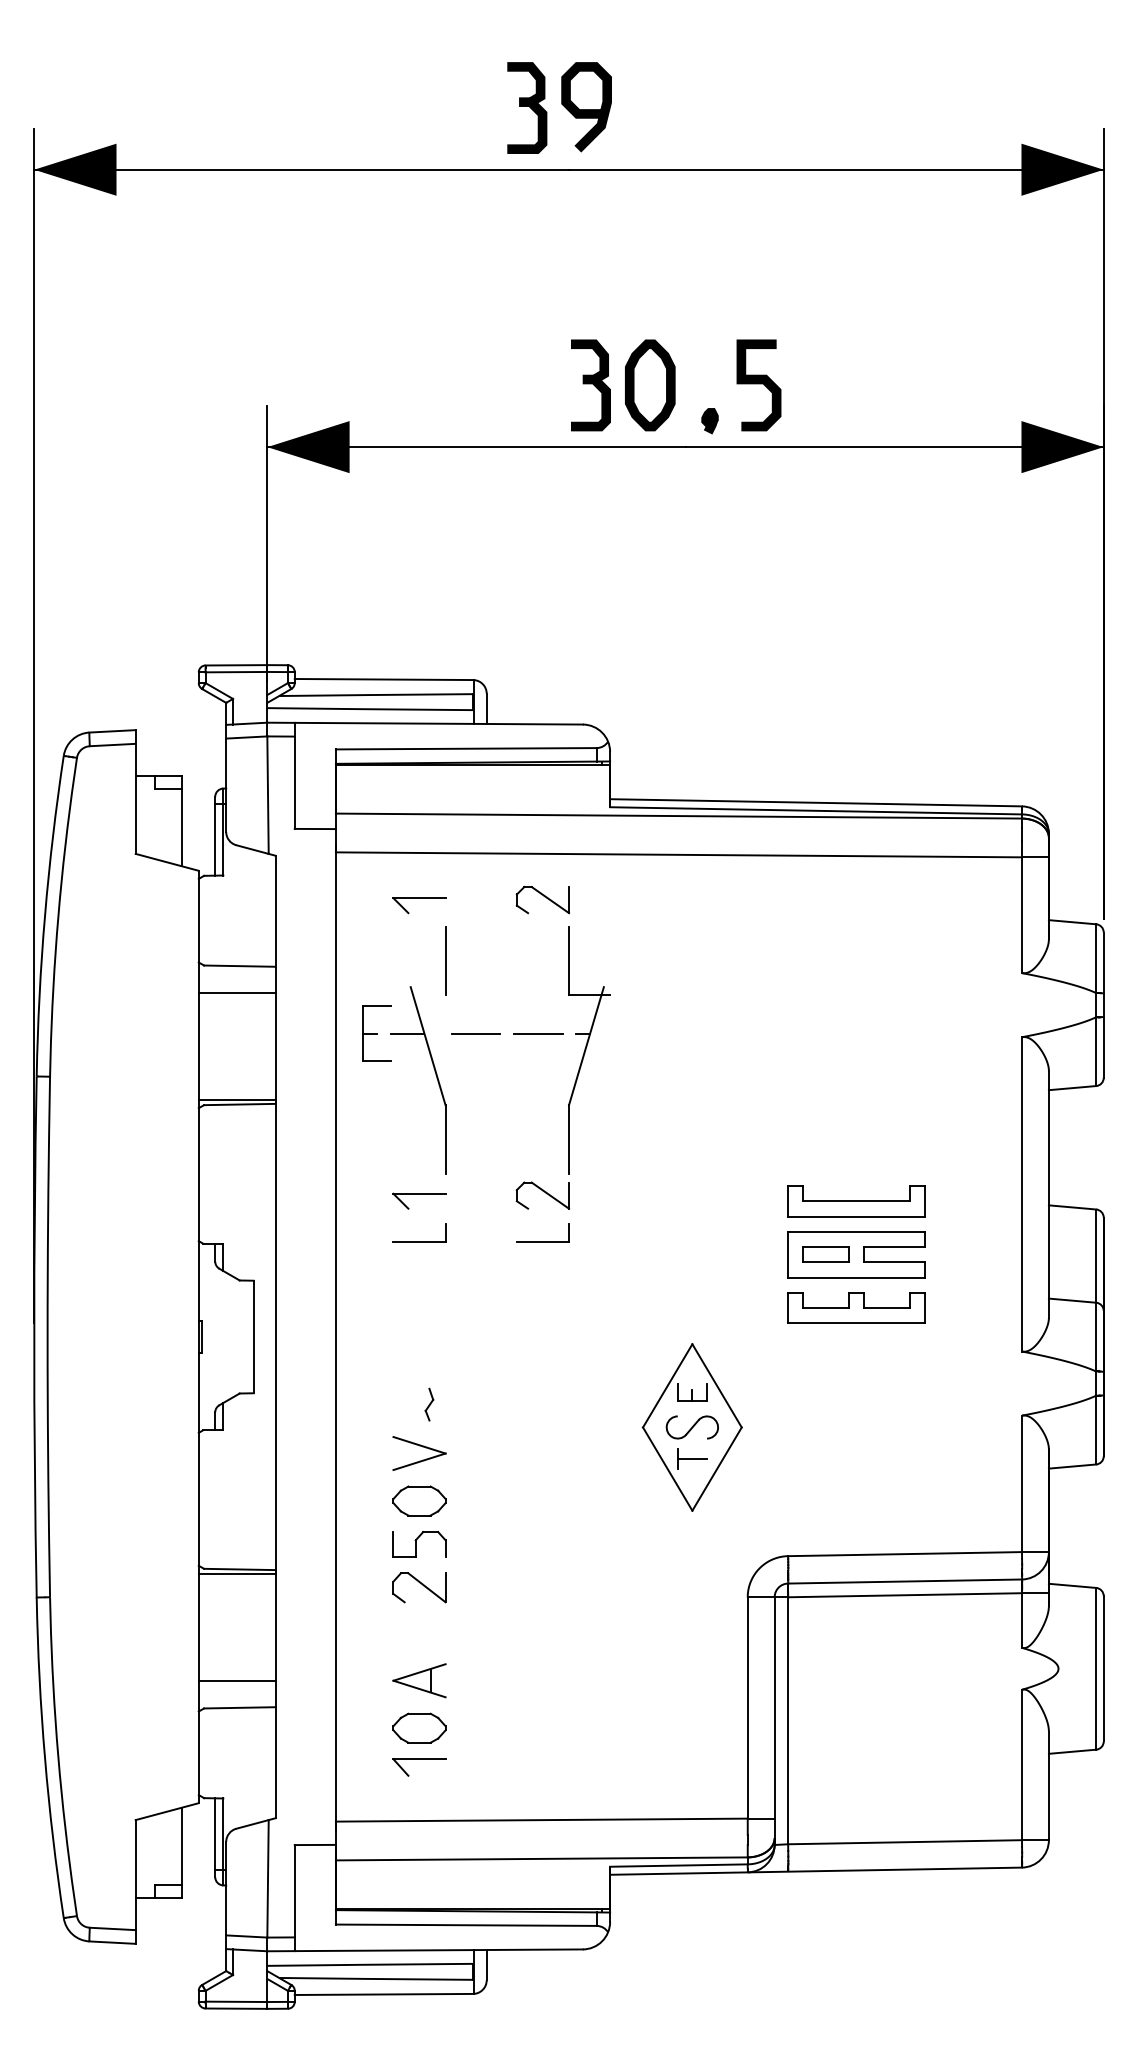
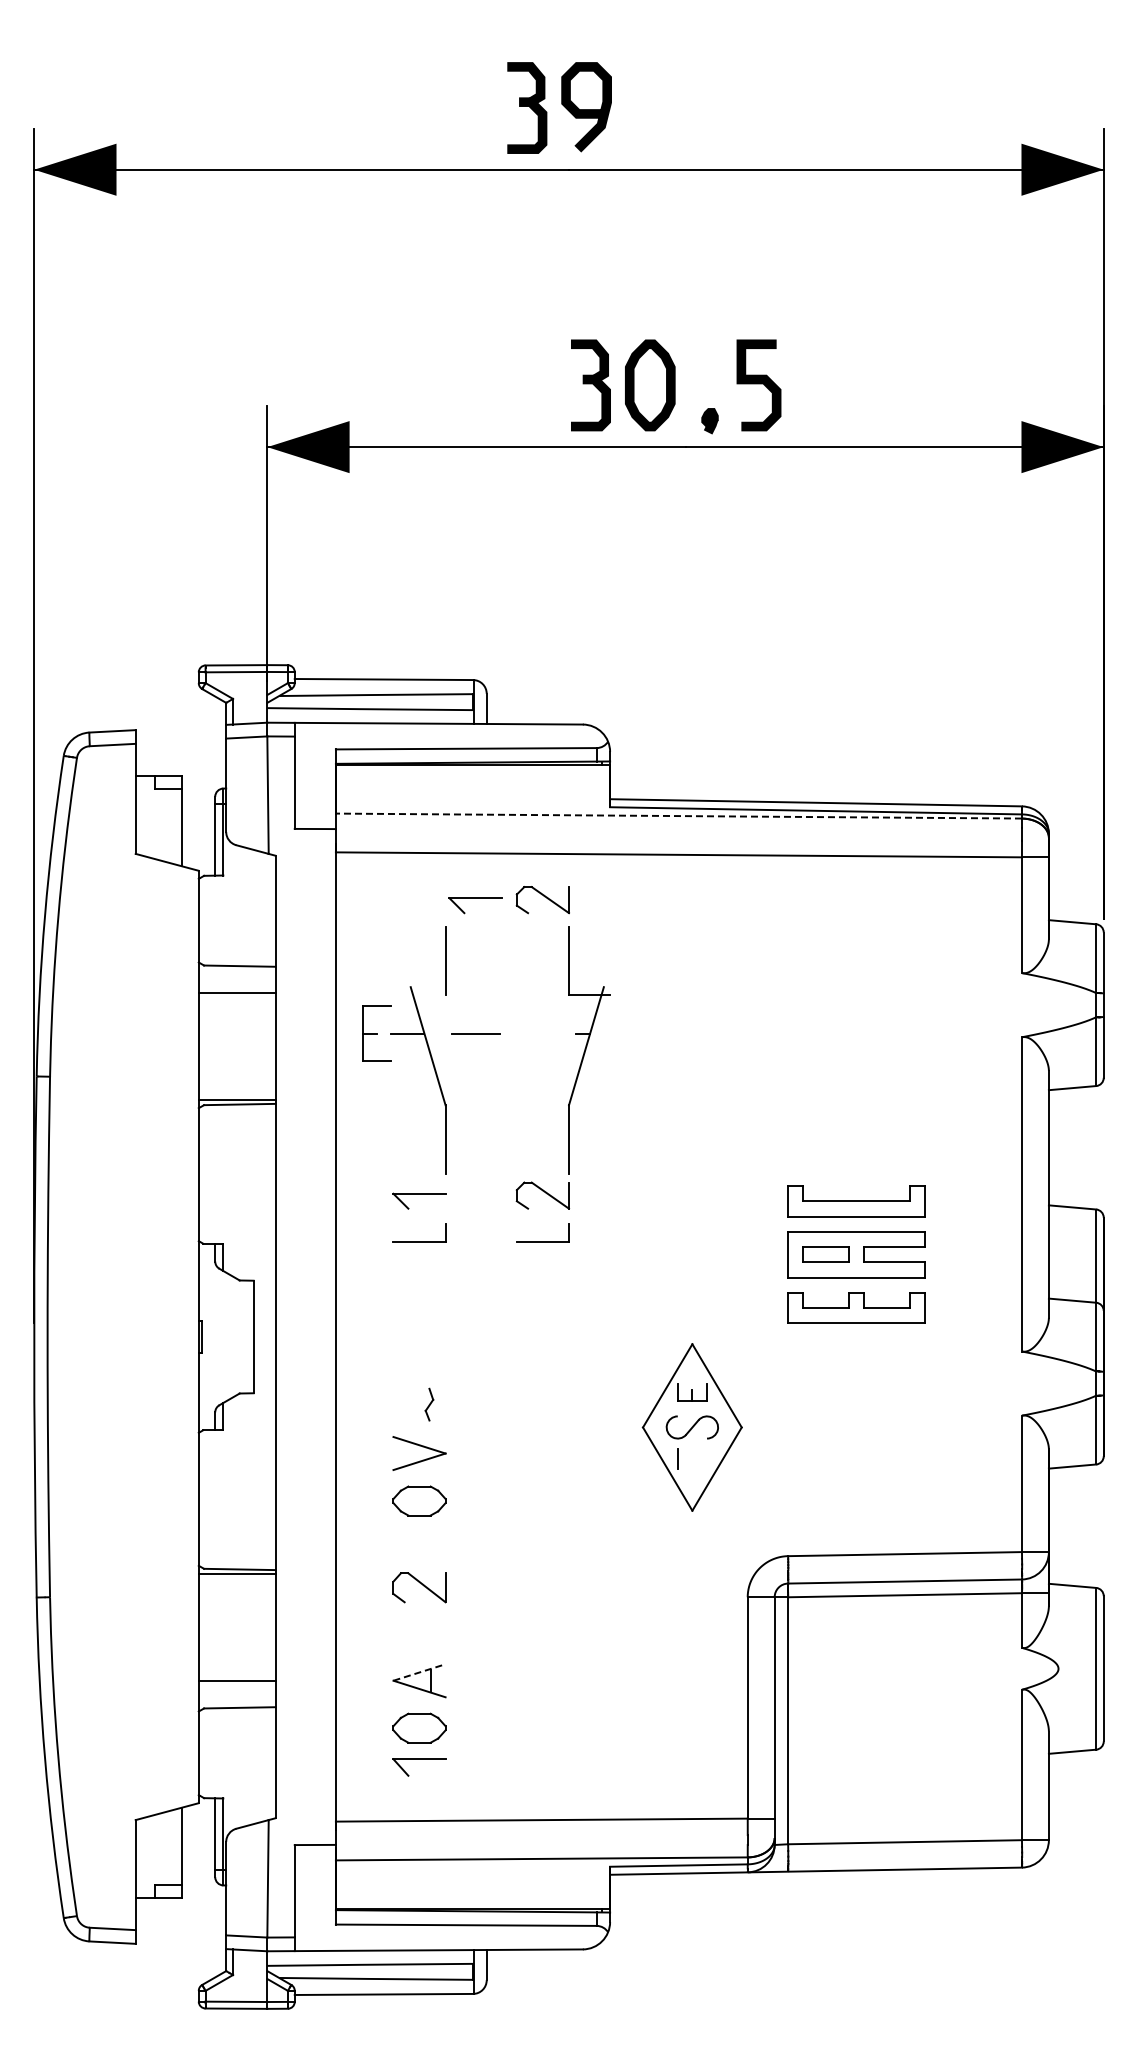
line at (678, 816): solid -> dashed
part at (419, 898) position: (419, 898) -> (475, 898)
line at (537, 1033): present -> none
line at (692, 1459): present -> none
part at (419, 1544): present -> none
line at (420, 1672): solid -> dashed
